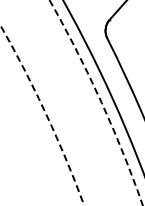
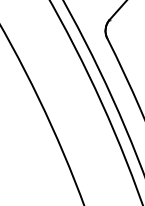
circle at (95, 102): dashed -> solid
circle at (42, 115): dashed -> solid
